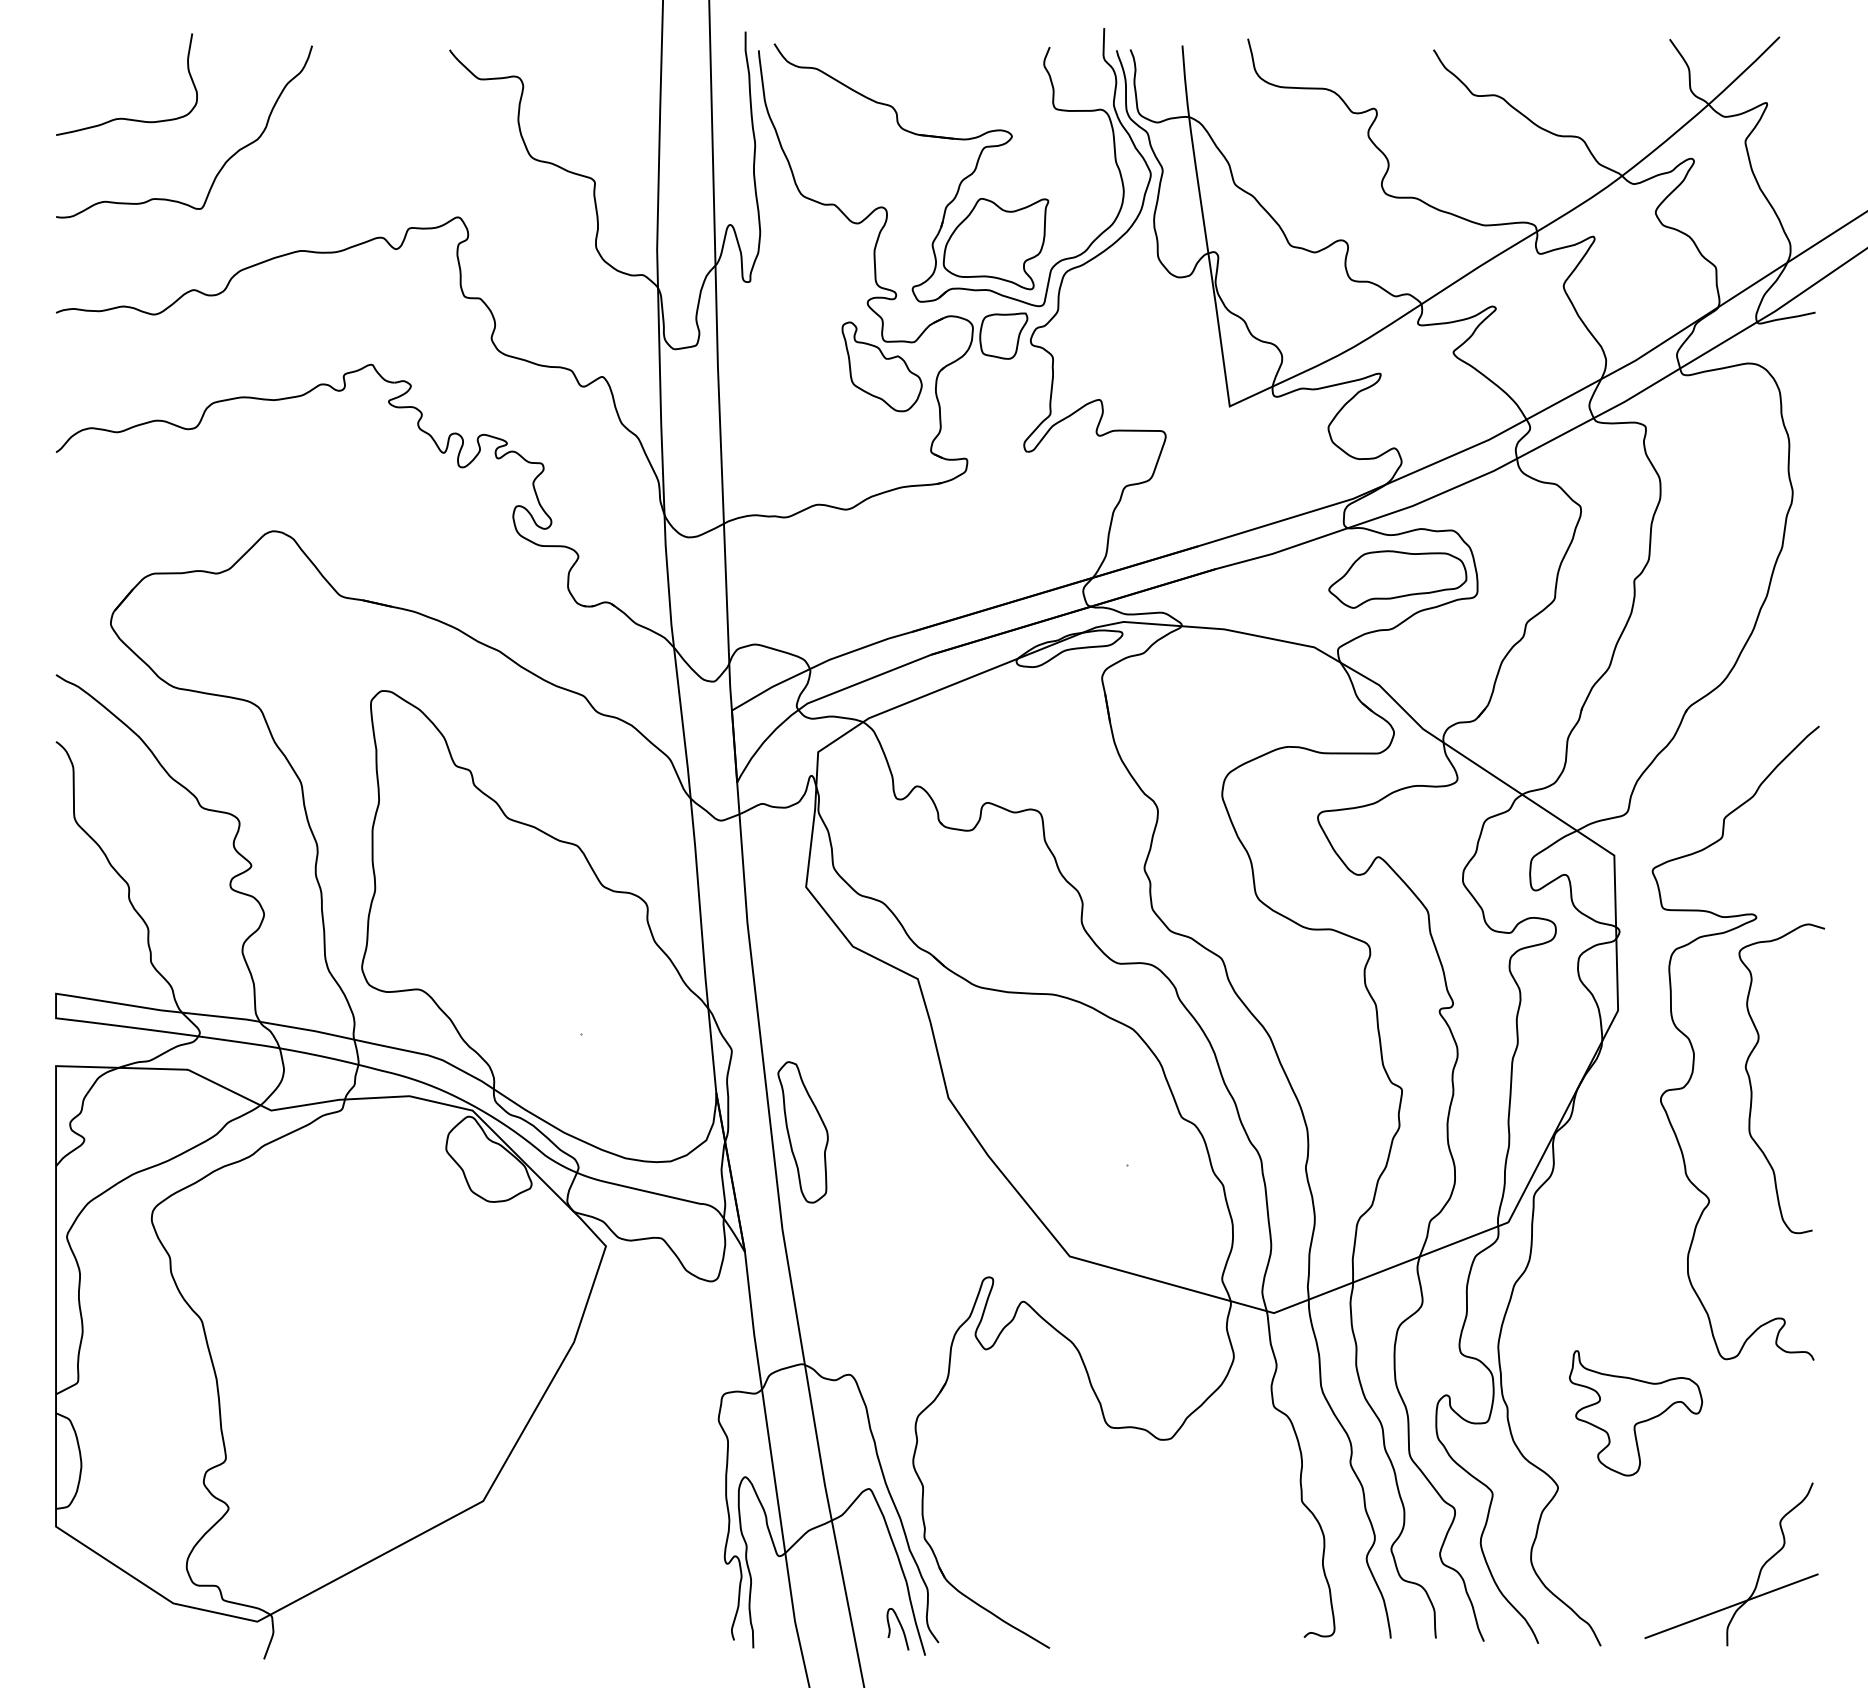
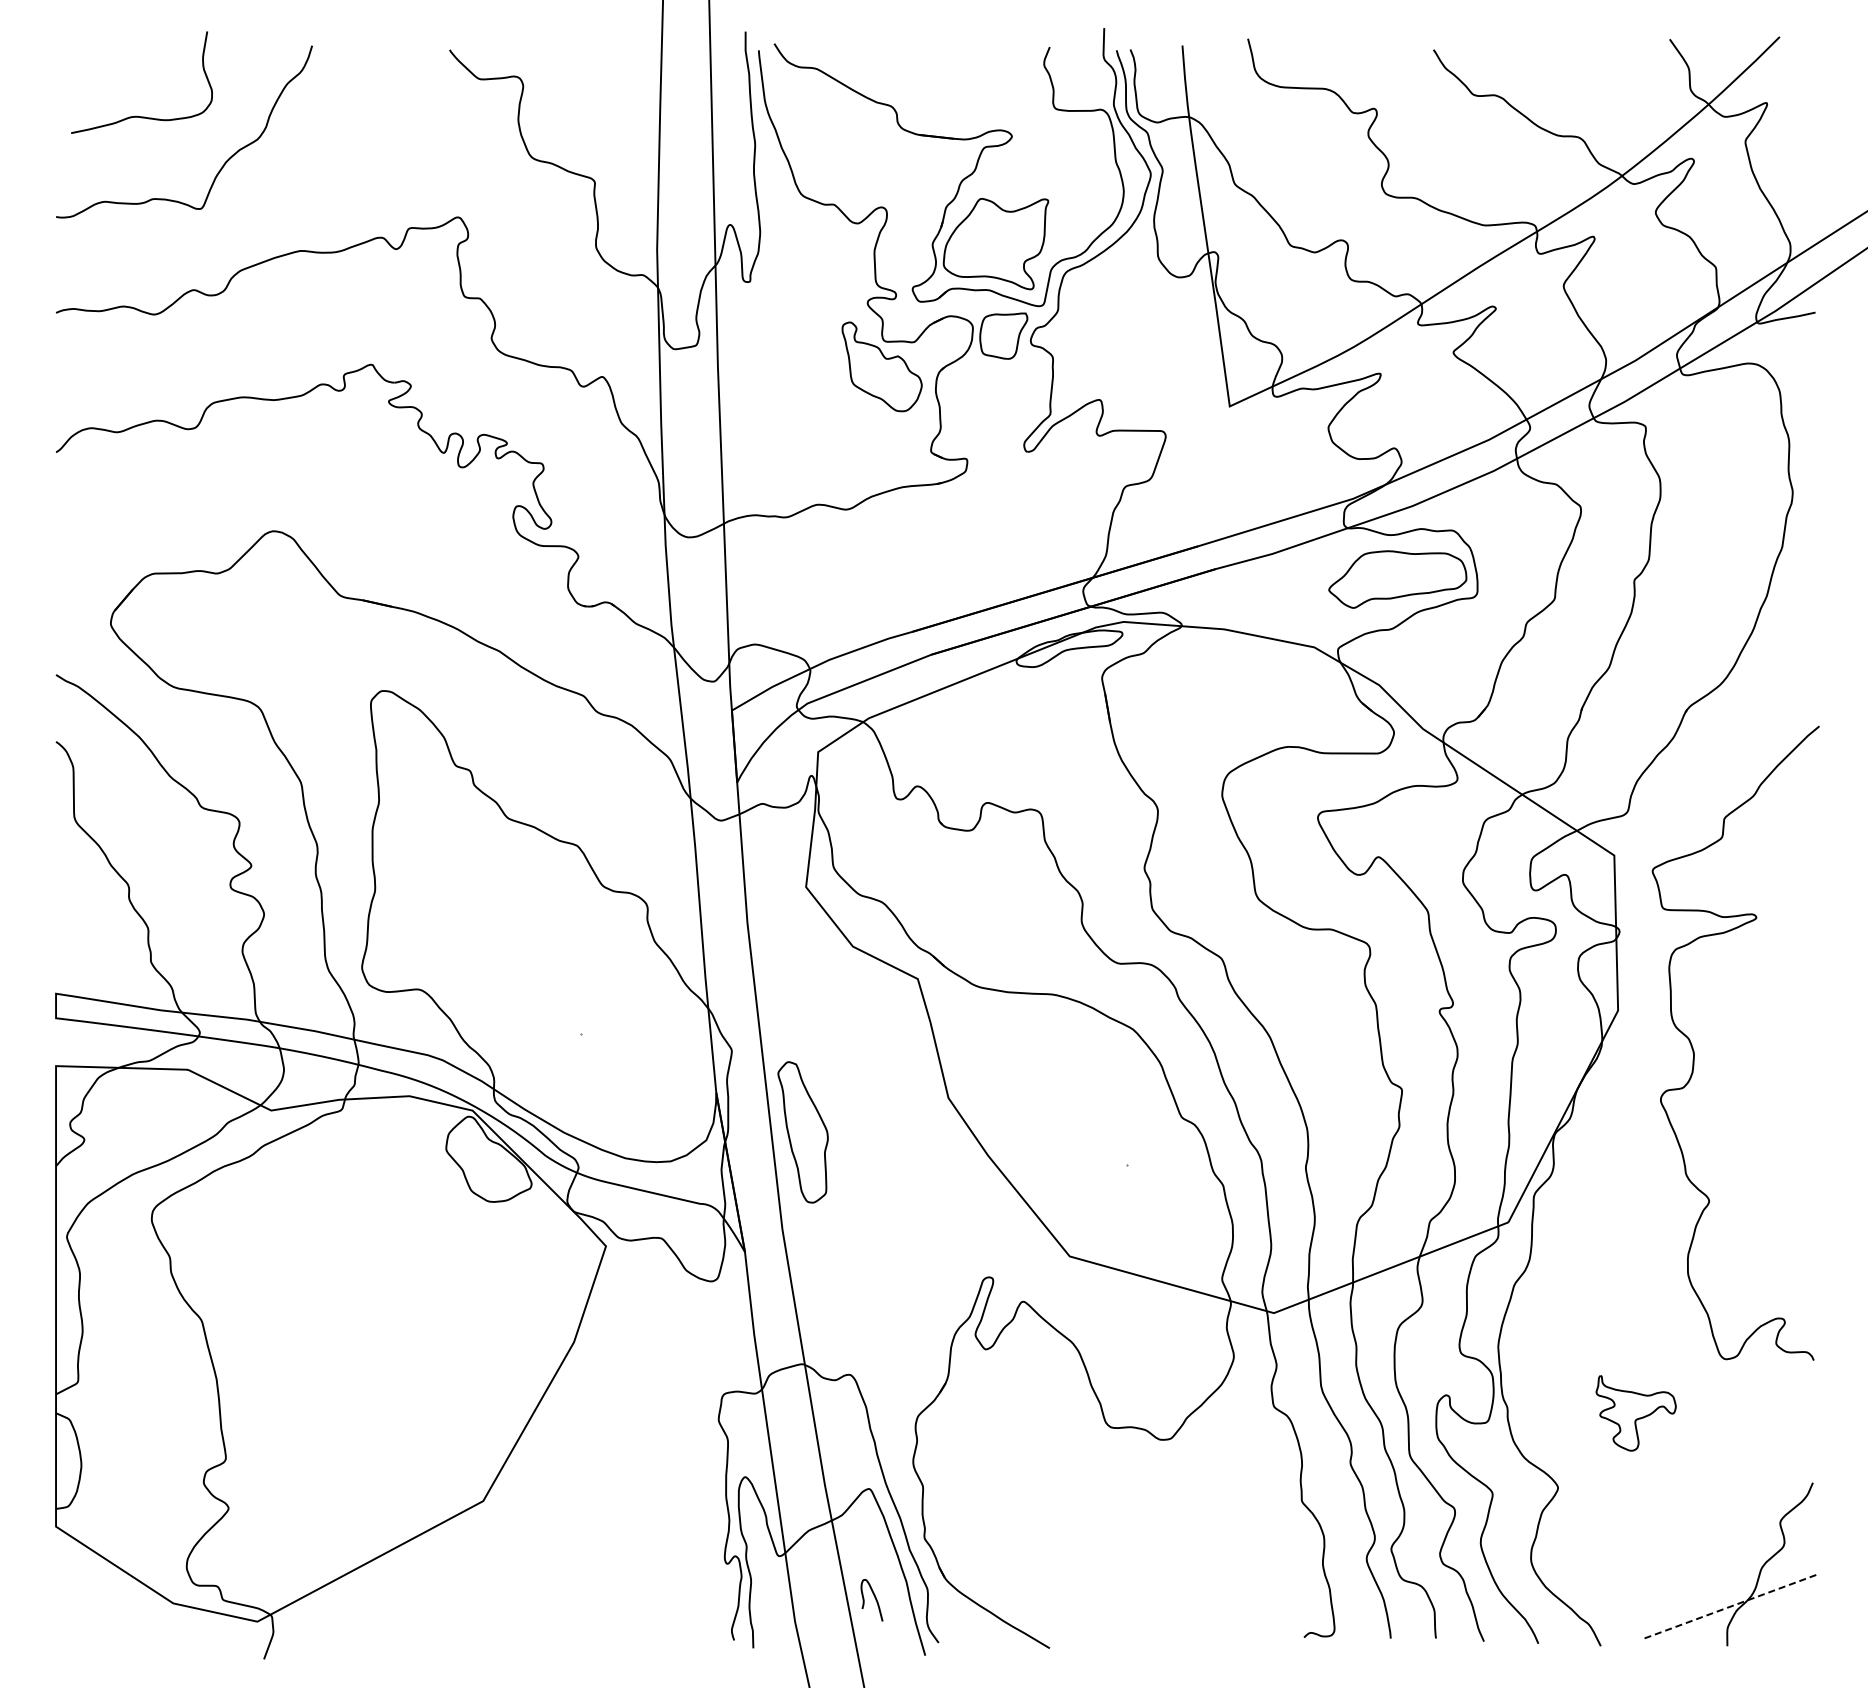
curve at (121, 117) position: (121, 117) -> (136, 115)
curve at (1751, 1083): present -> none
part at (1636, 1413) size: 135x127 px -> 82x77 px
line at (1731, 1606): solid -> dashed
curve at (900, 1627) position: (900, 1627) -> (874, 1598)
